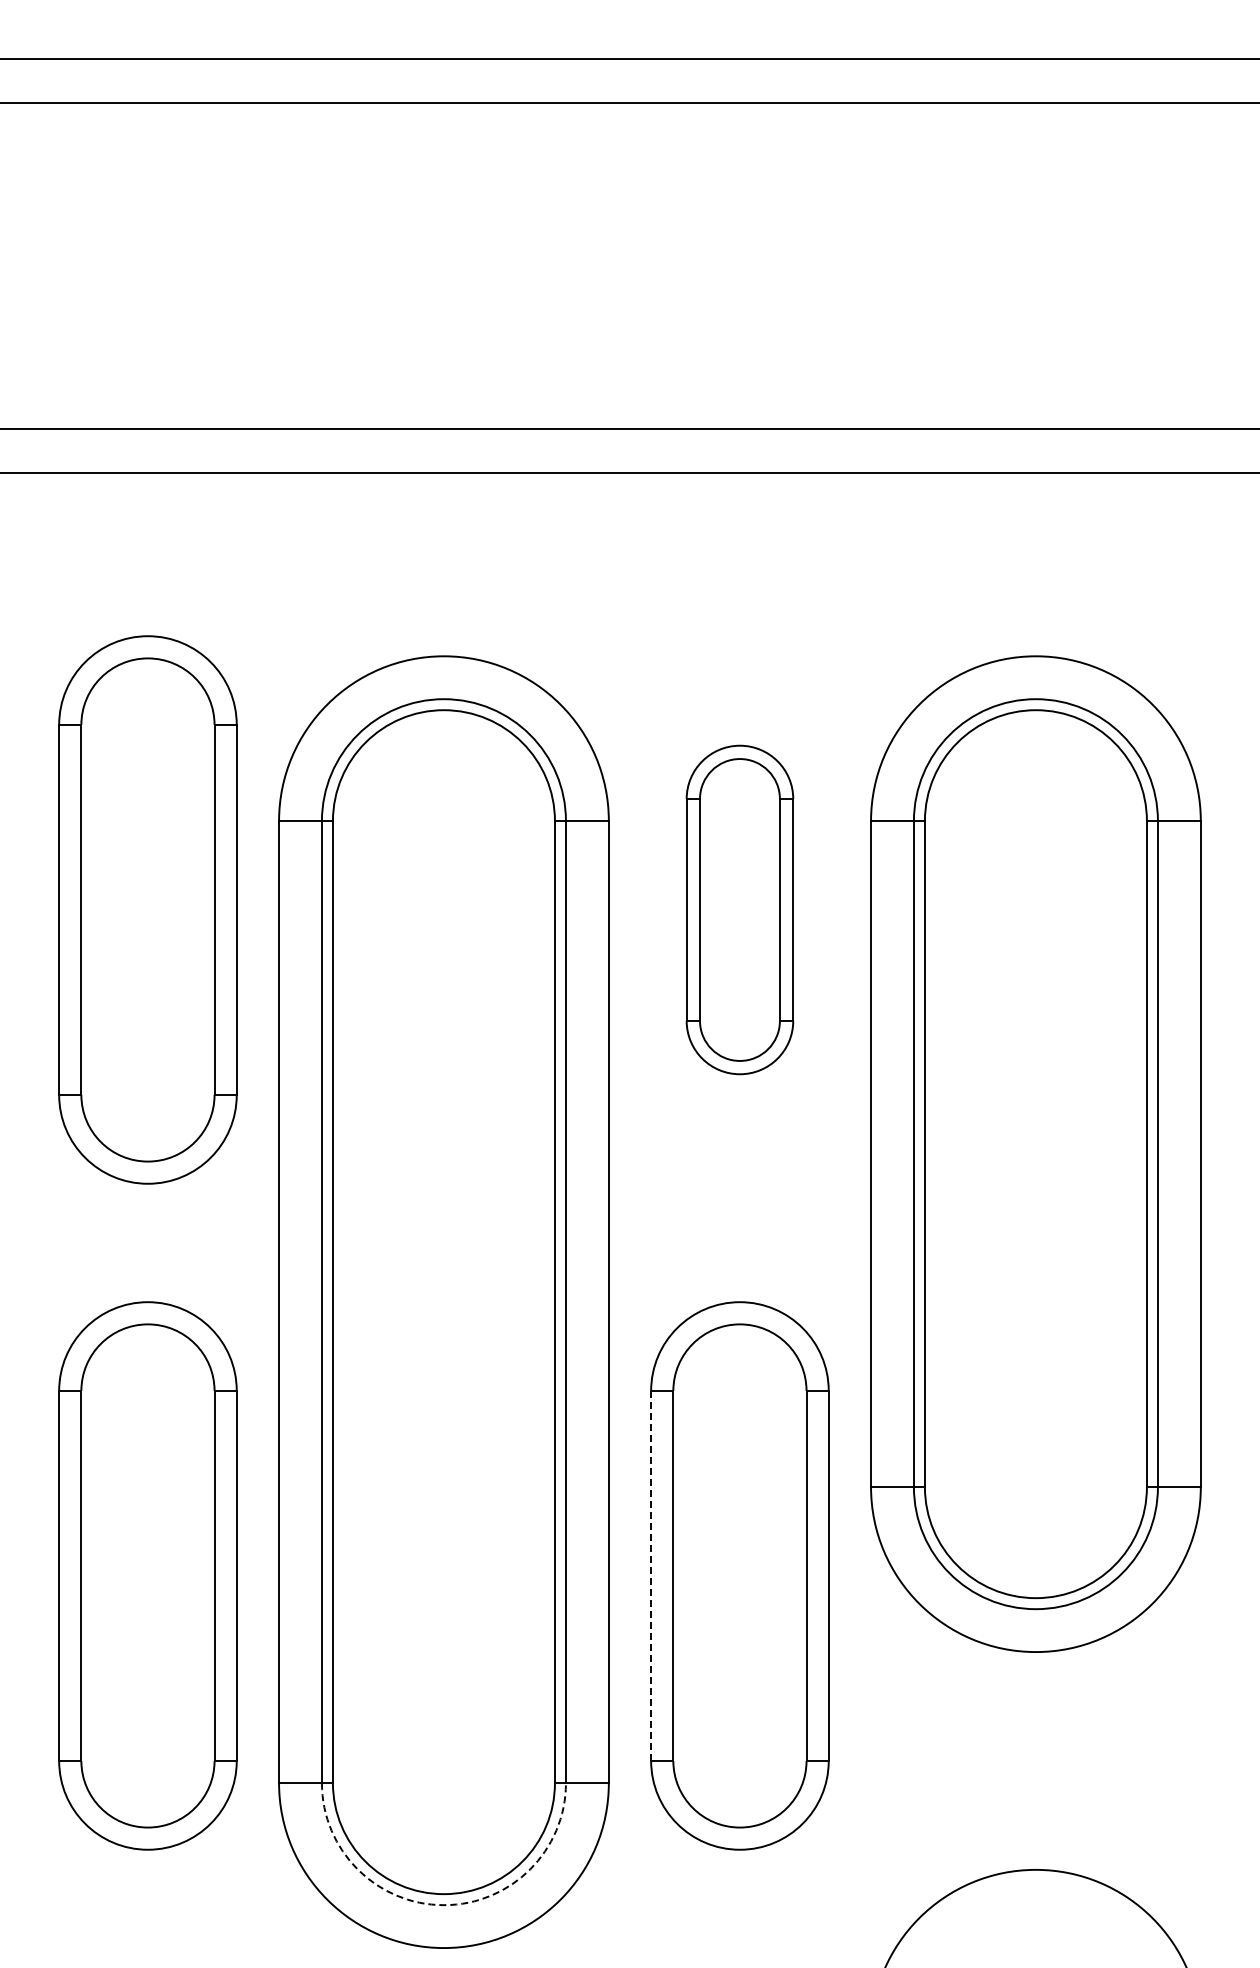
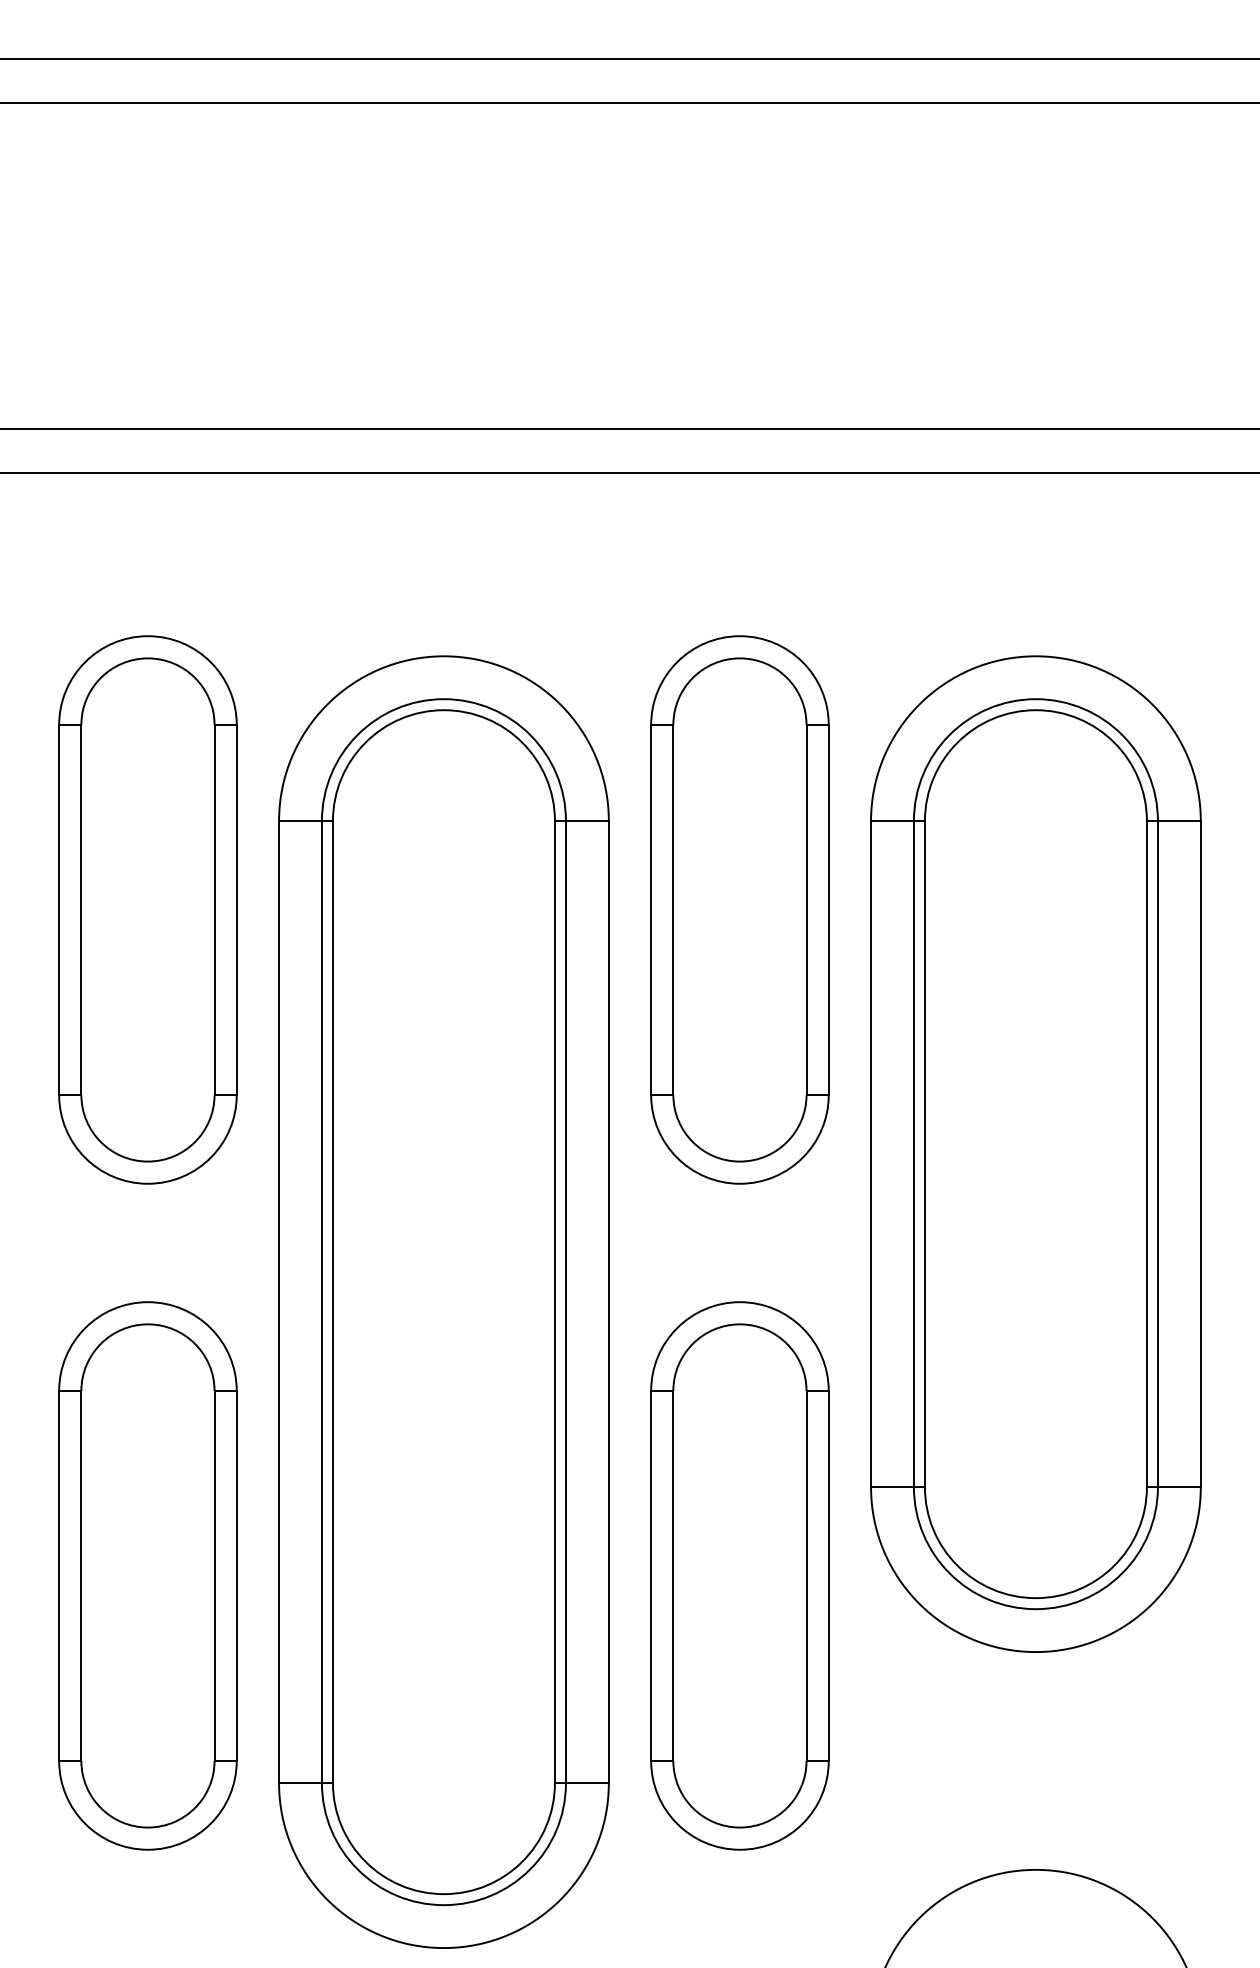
part at (739, 909) size: 110x332 px -> 180x550 px
line at (651, 1575): dashed -> solid
arc at (443, 1905): dashed -> solid
